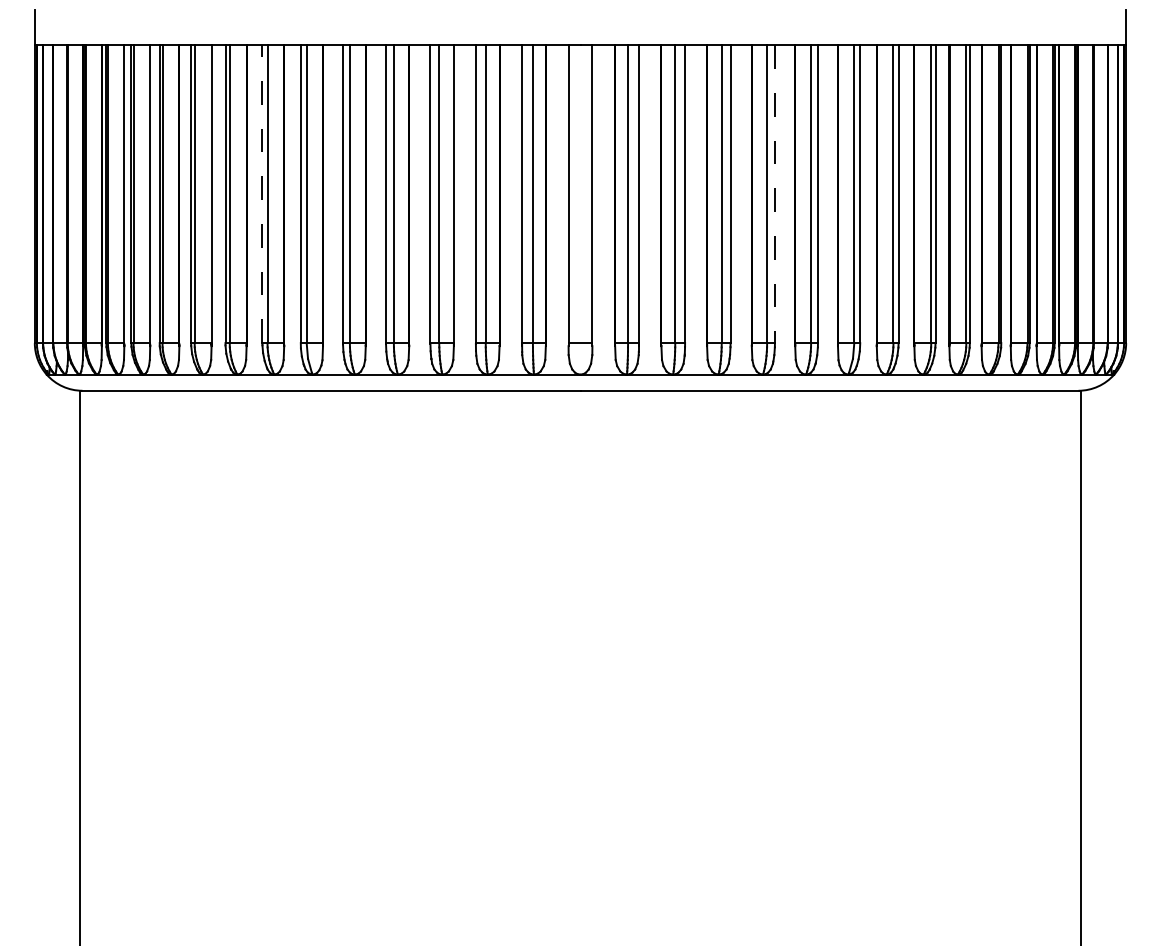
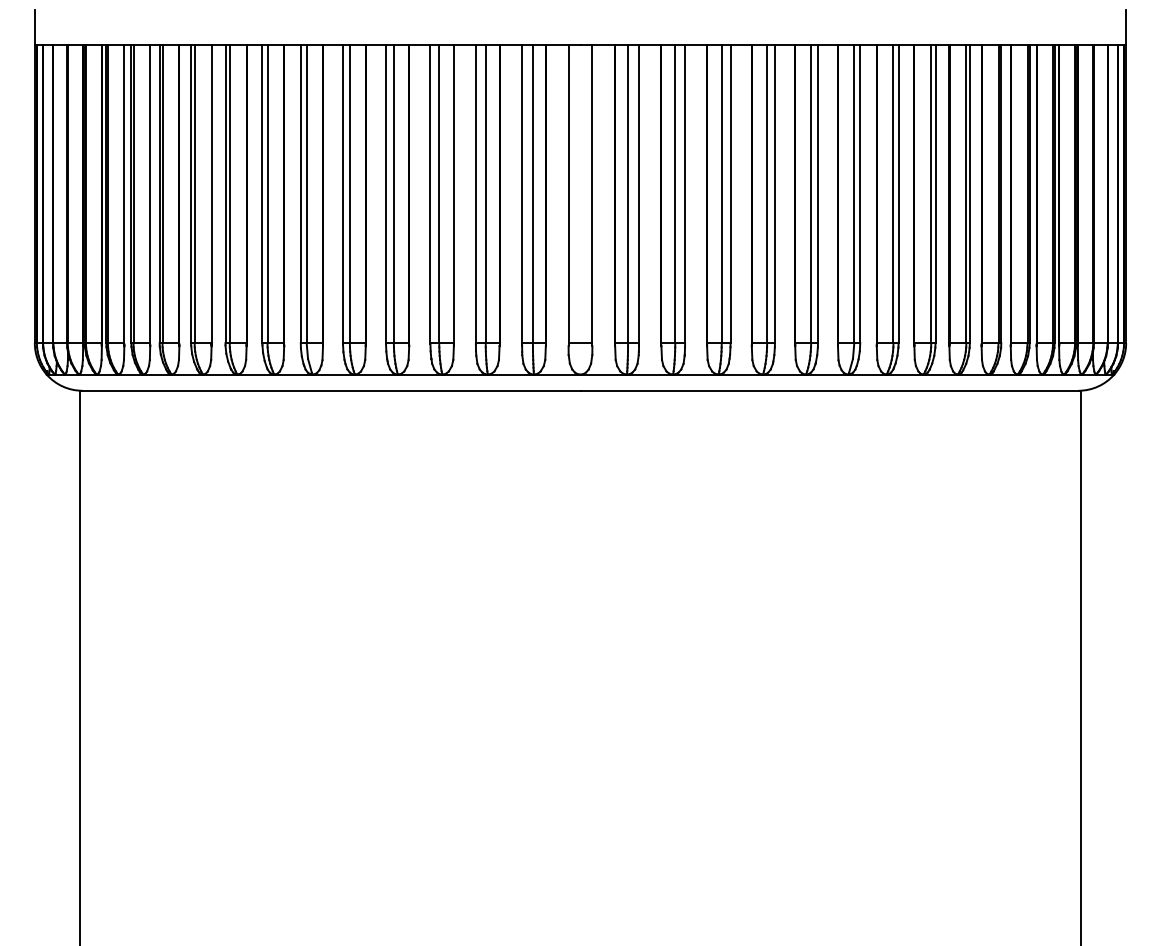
line at (262, 194): dashed -> solid
line at (774, 194): dashed -> solid
